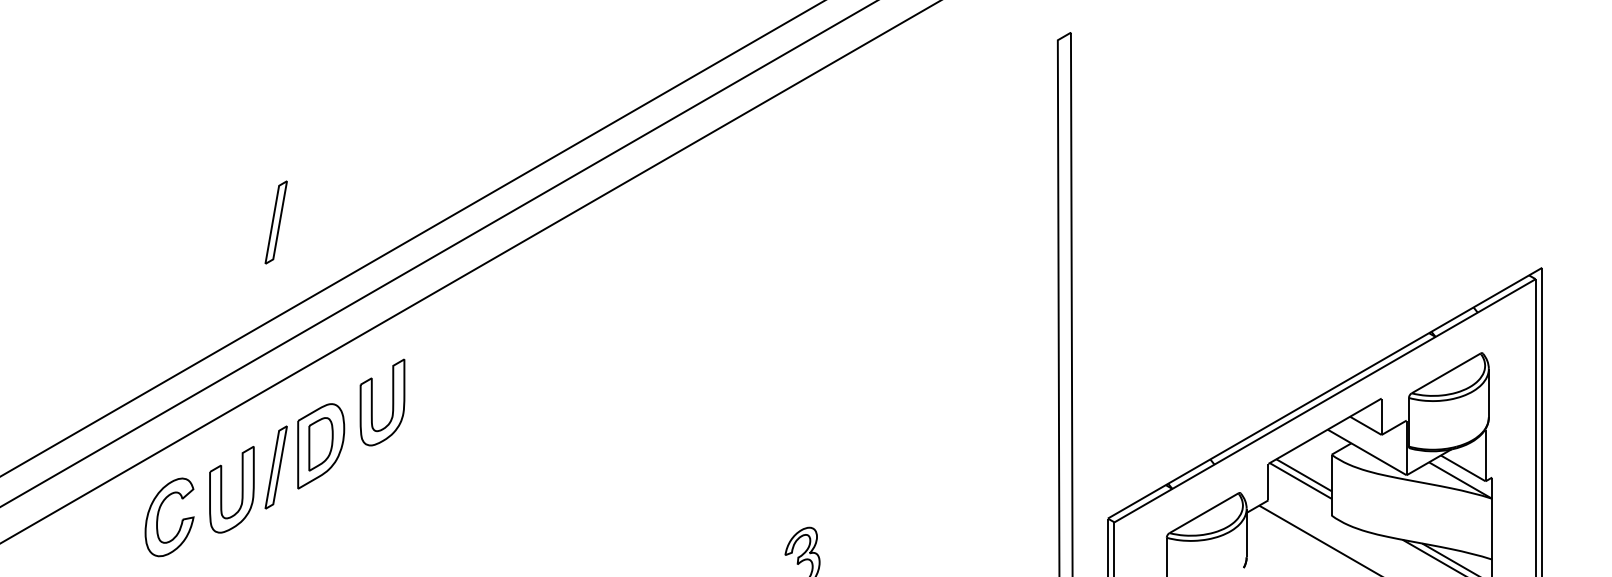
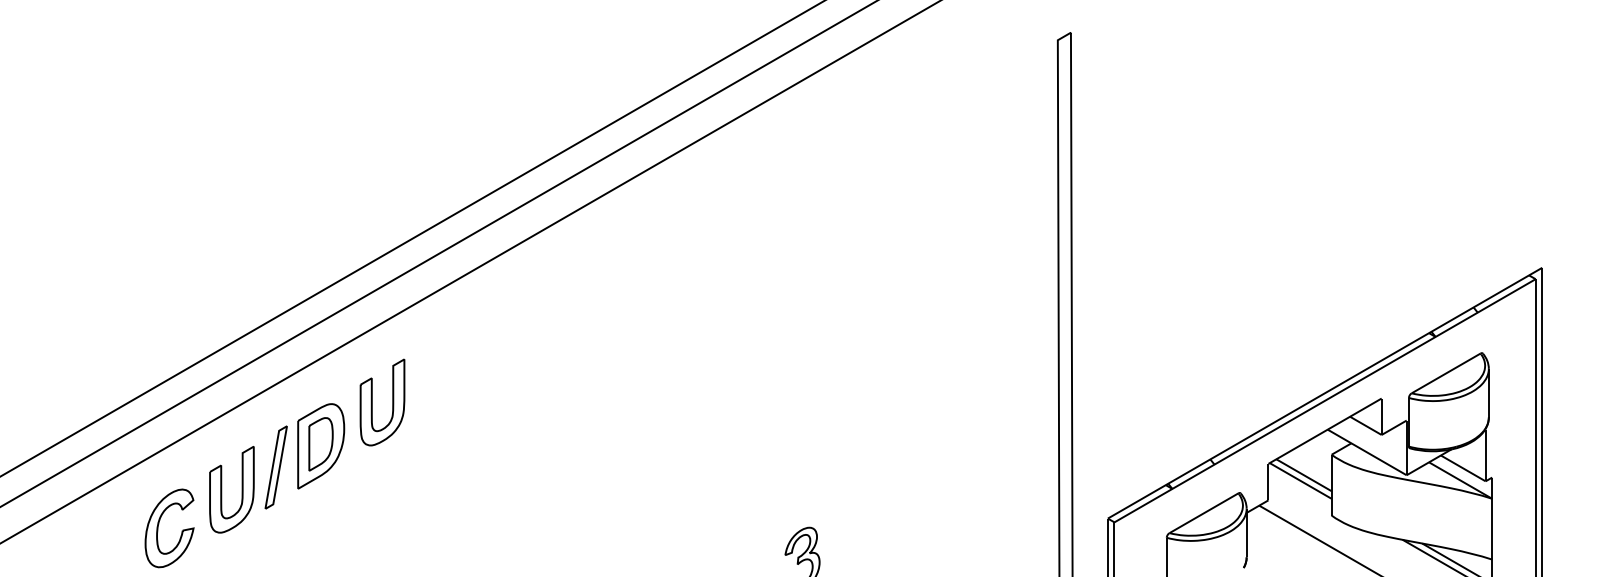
part at (275, 222): present -> none
part at (159, 513) position: (159, 513) -> (159, 524)
